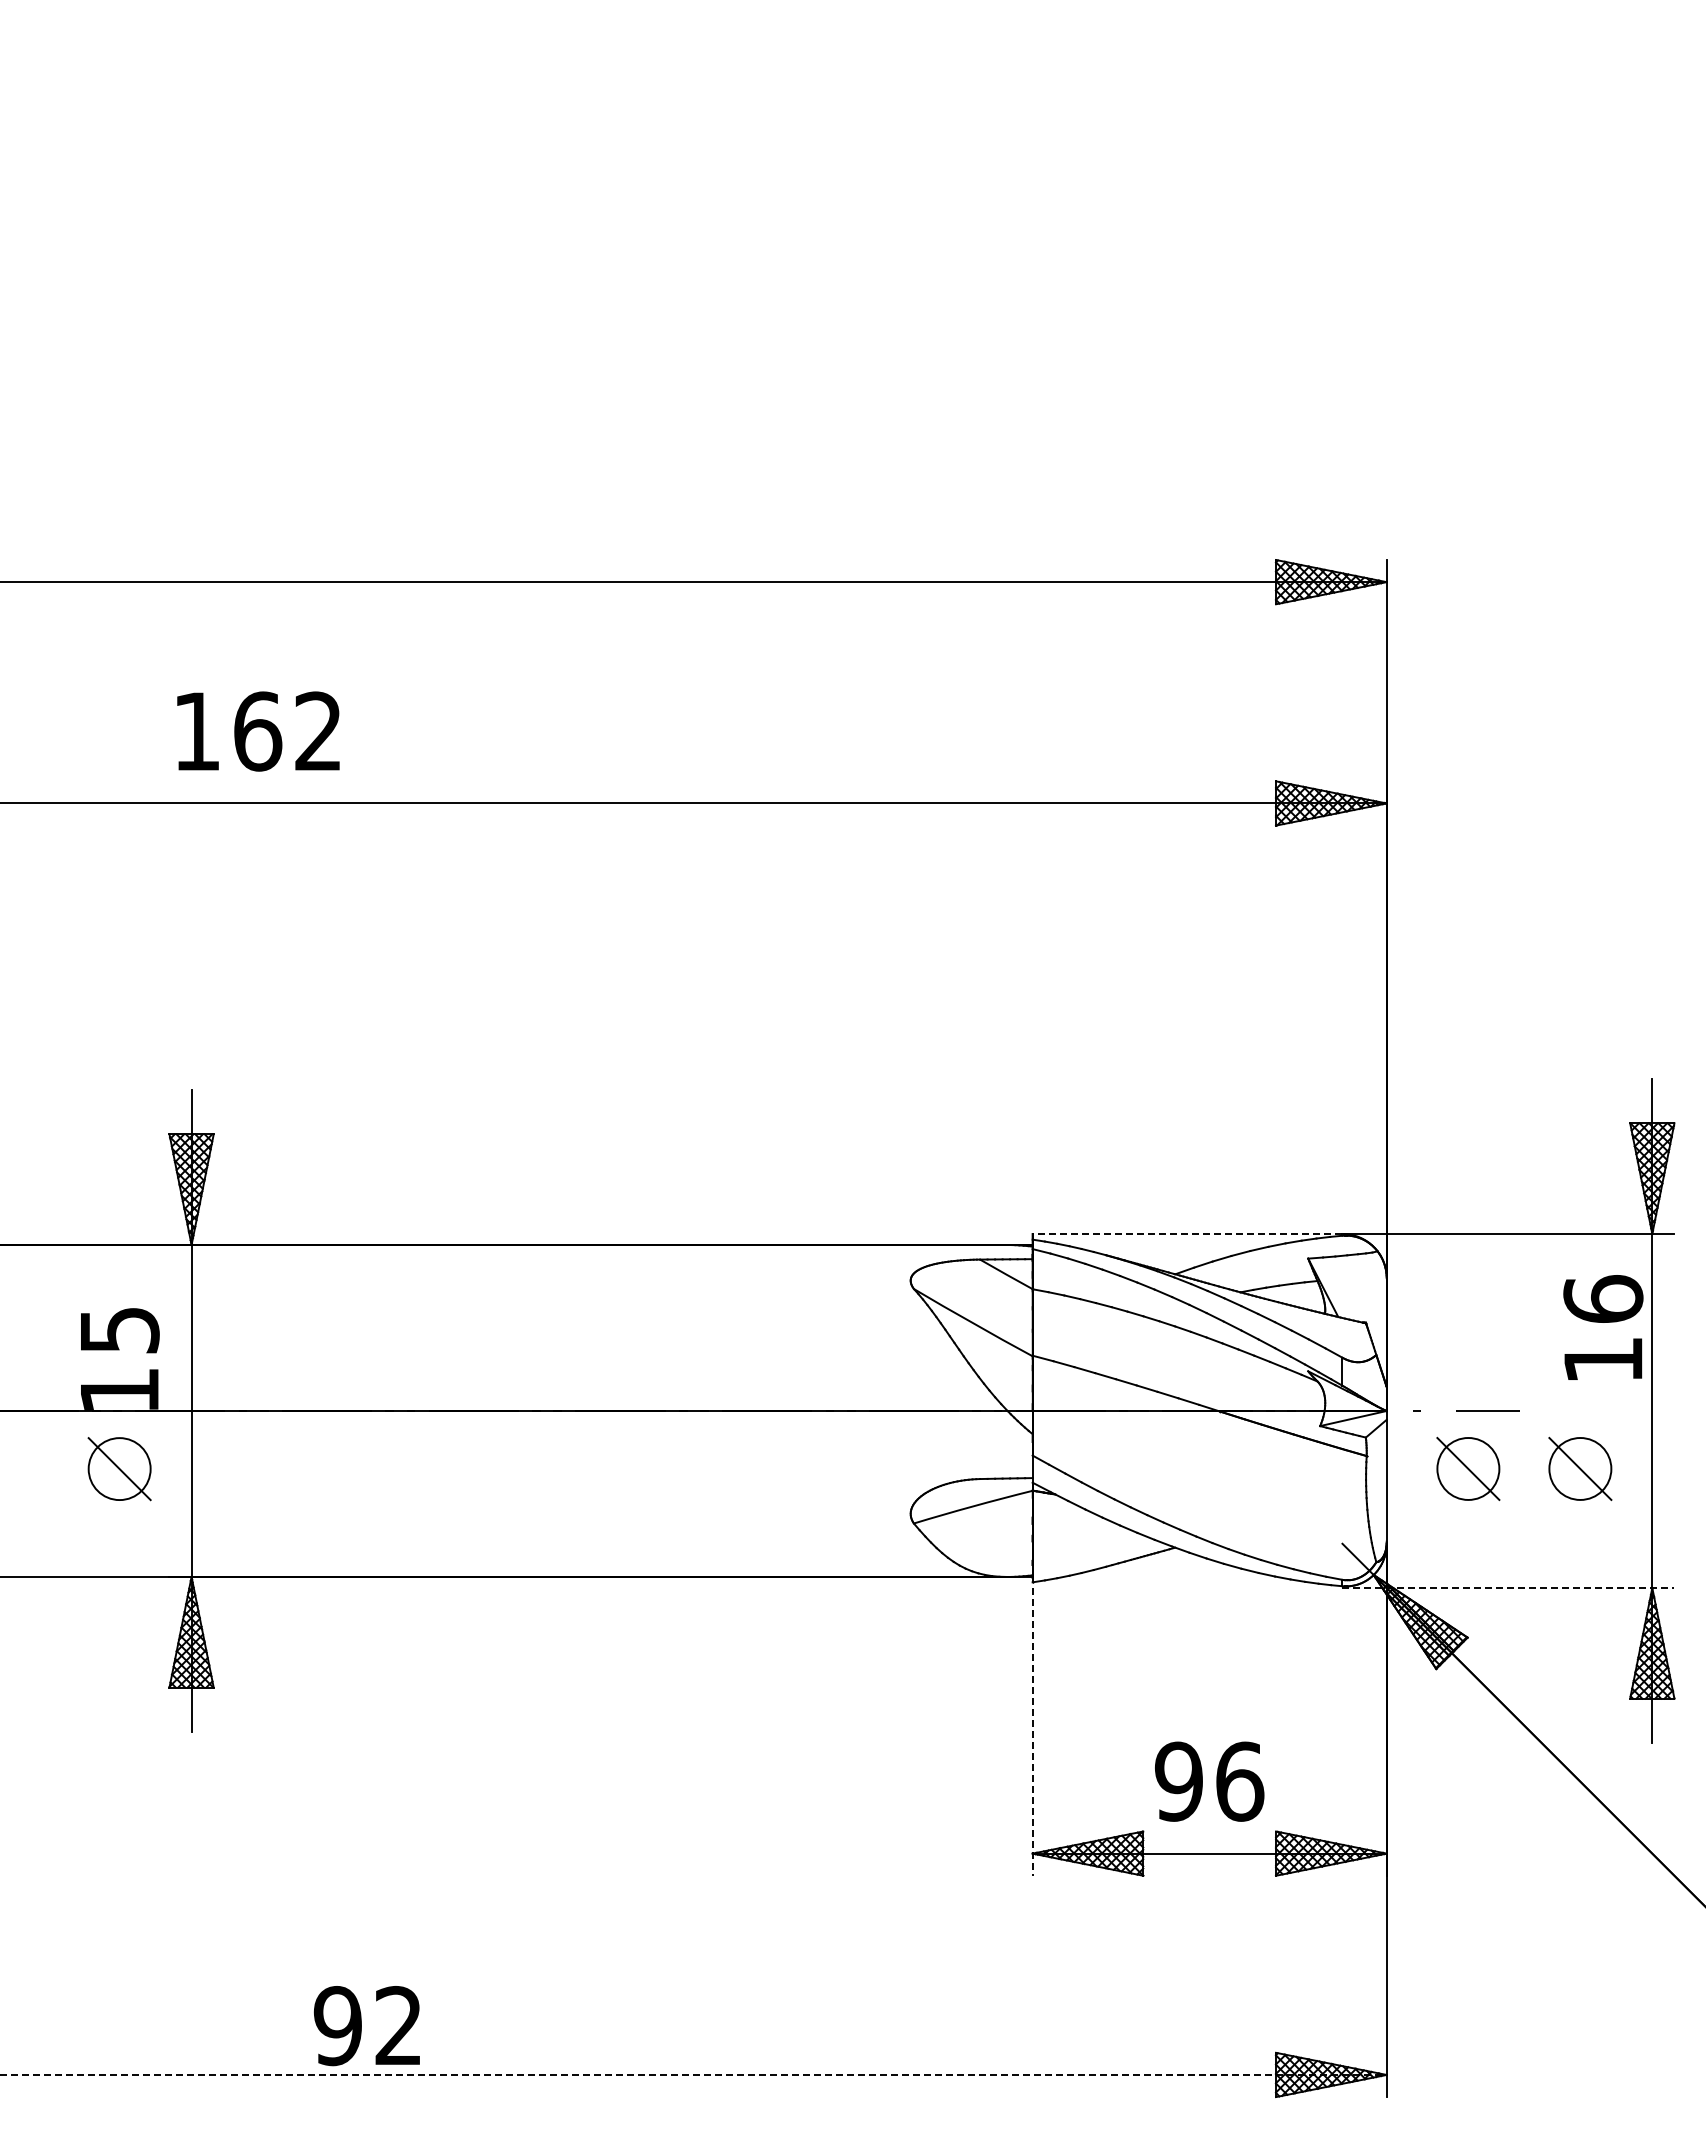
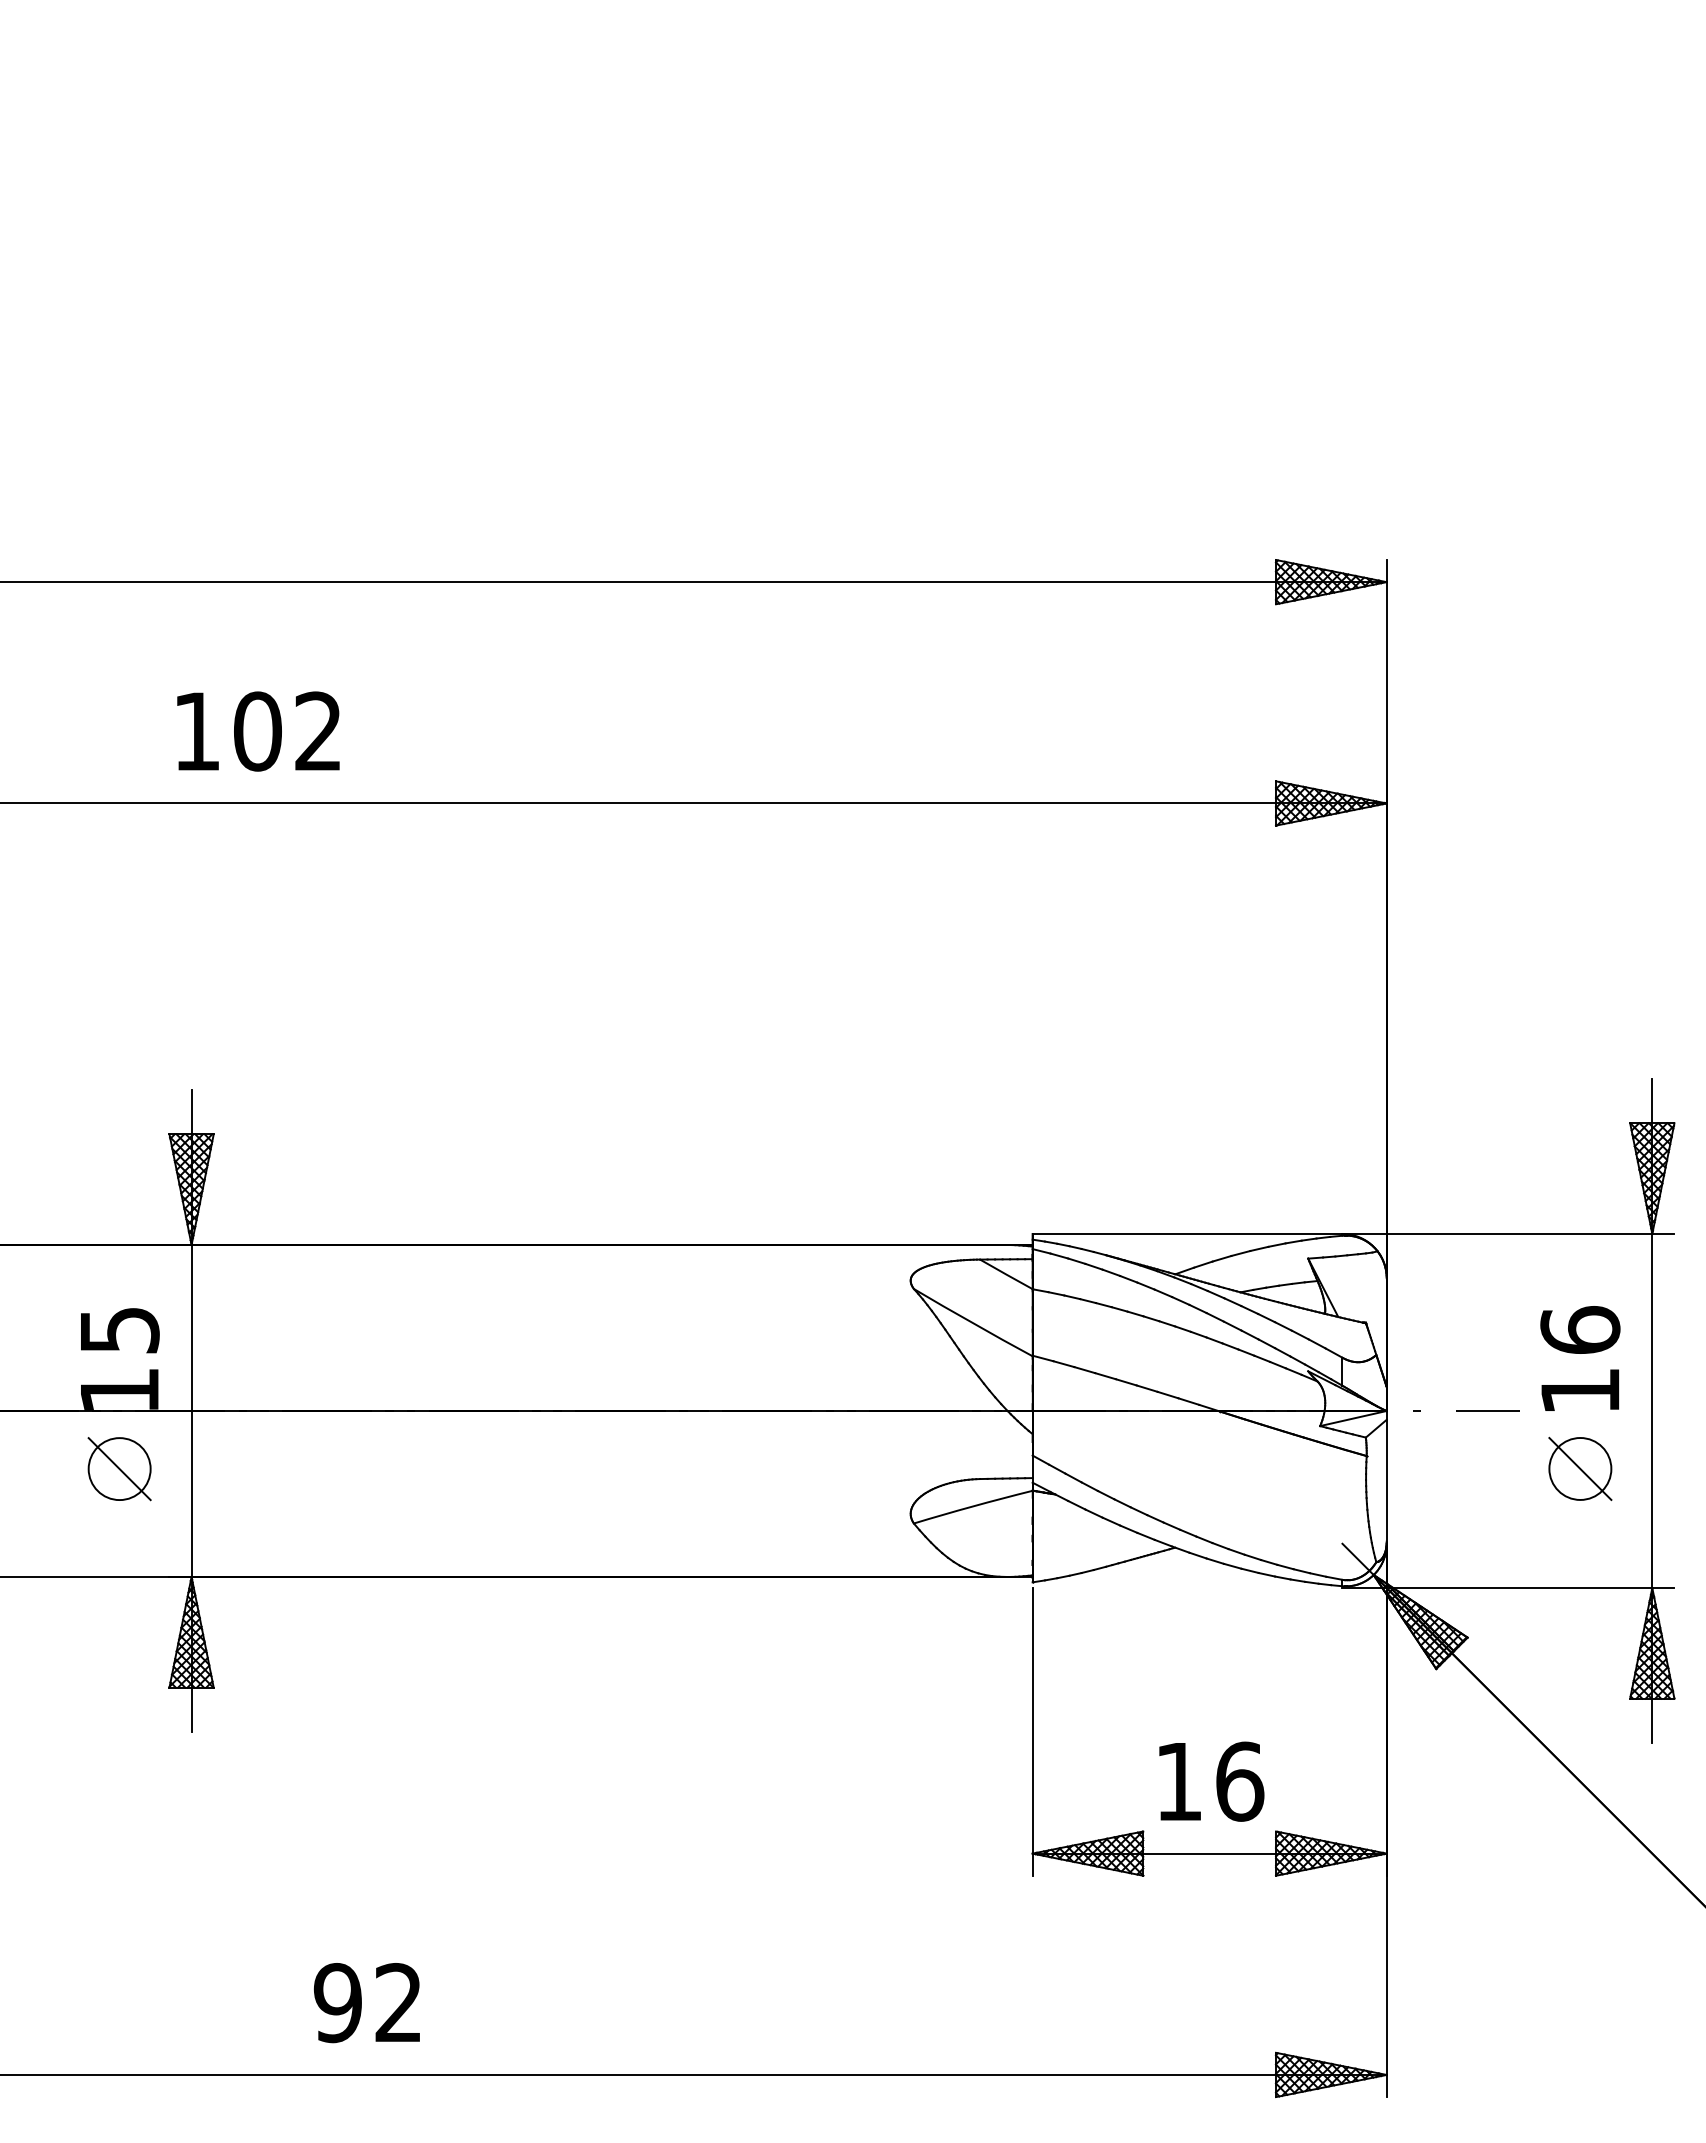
text at (258, 731): 162 -> 102
line at (1187, 1233): dashed -> solid
text at (1603, 1327) position: (1603, 1327) -> (1580, 1358)
part at (1468, 1468): present -> none
line at (1508, 1588): dashed -> solid
line at (1032, 1731): dashed -> solid
text at (1178, 1781): 96 -> 16
text at (366, 2026) position: (366, 2026) -> (366, 2003)
line at (694, 2074): dashed -> solid
